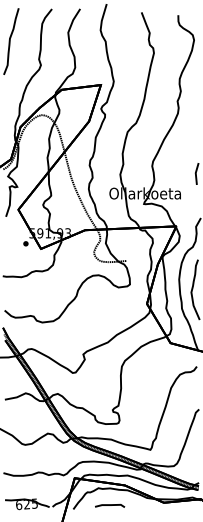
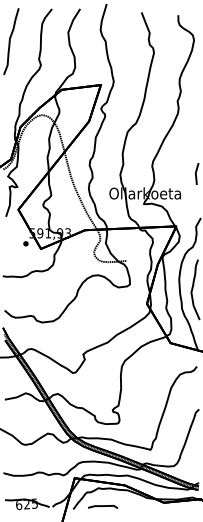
part at (110, 505) position: (110, 505) -> (103, 506)
